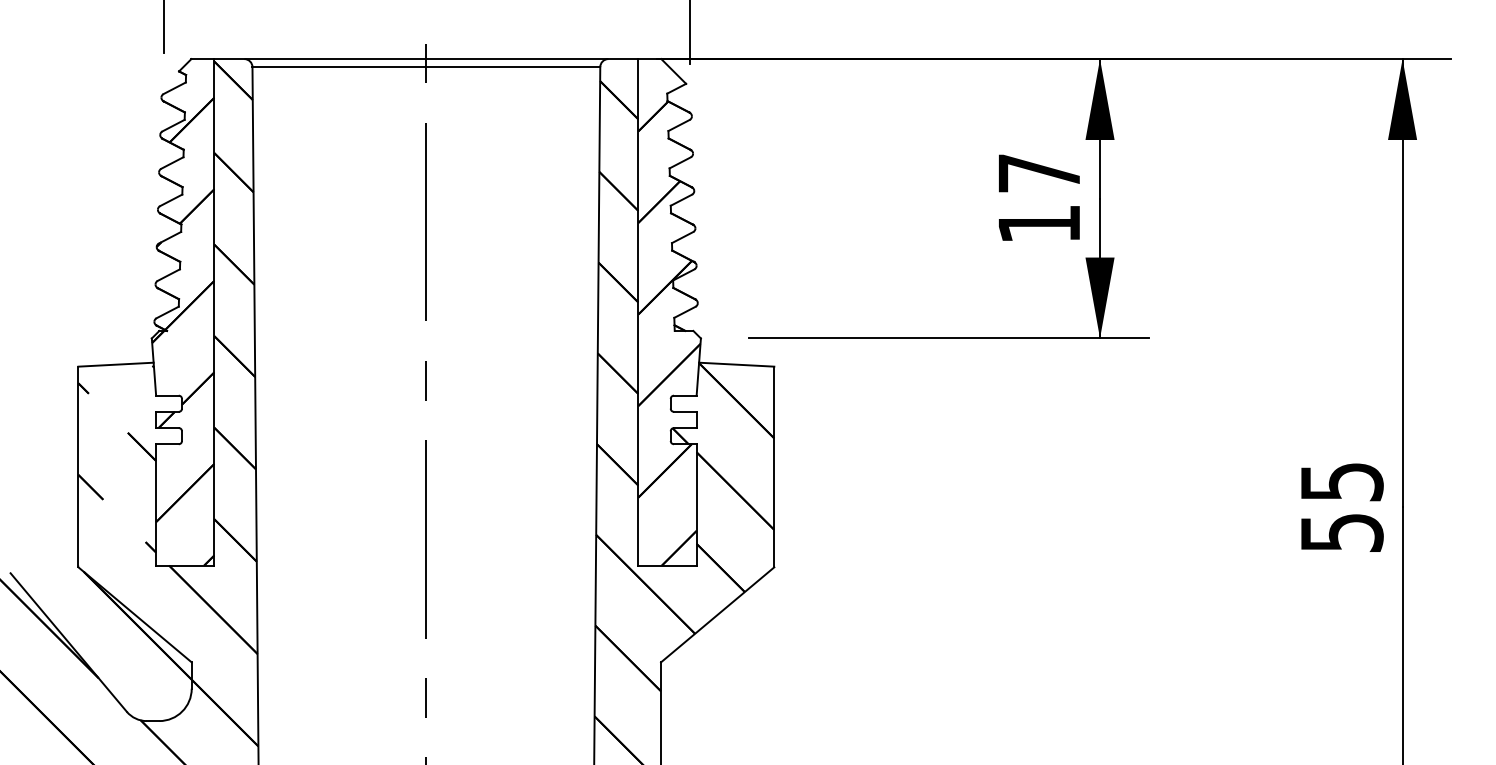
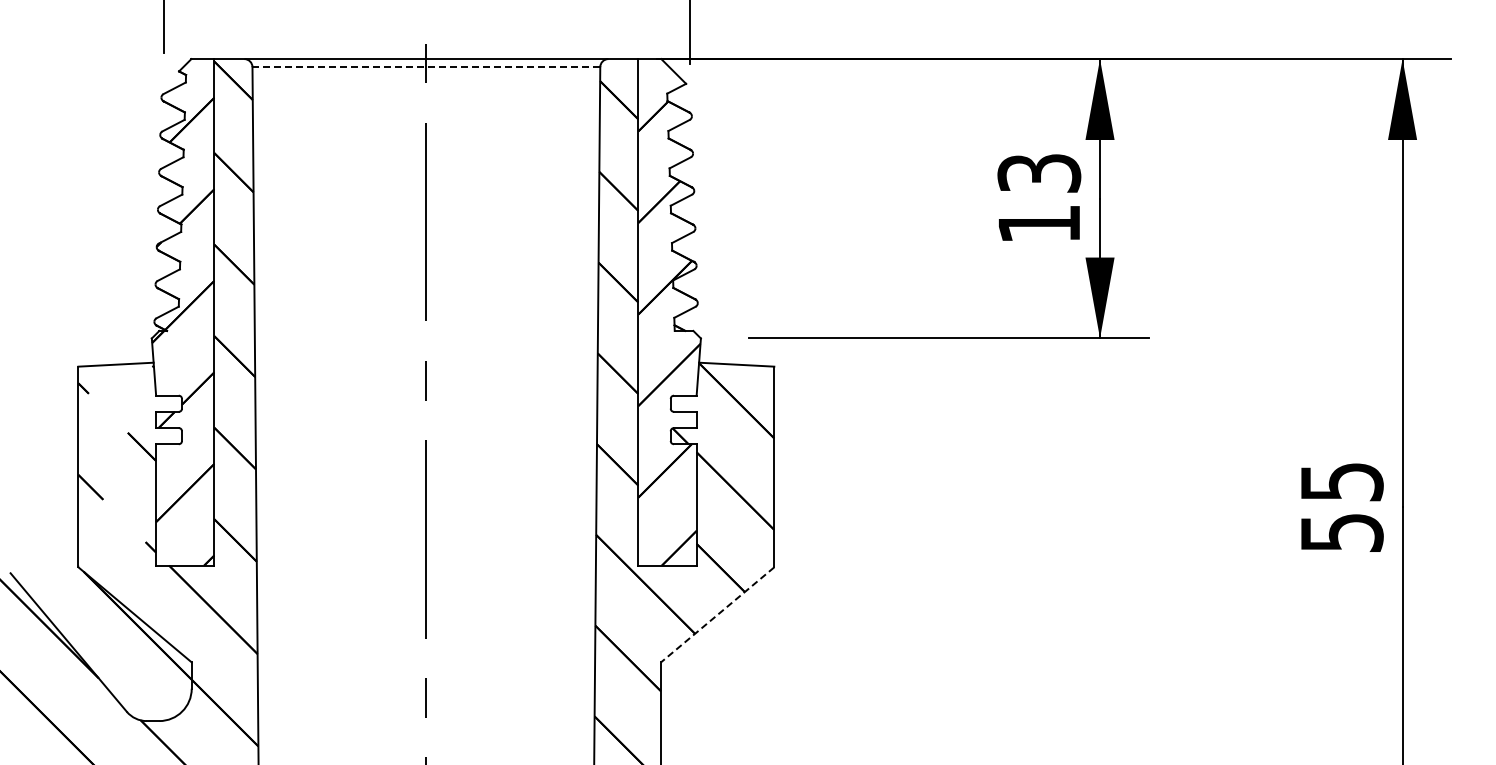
line at (426, 67): solid -> dashed
text at (1039, 173): 17 -> 13
line at (717, 614): solid -> dashed
